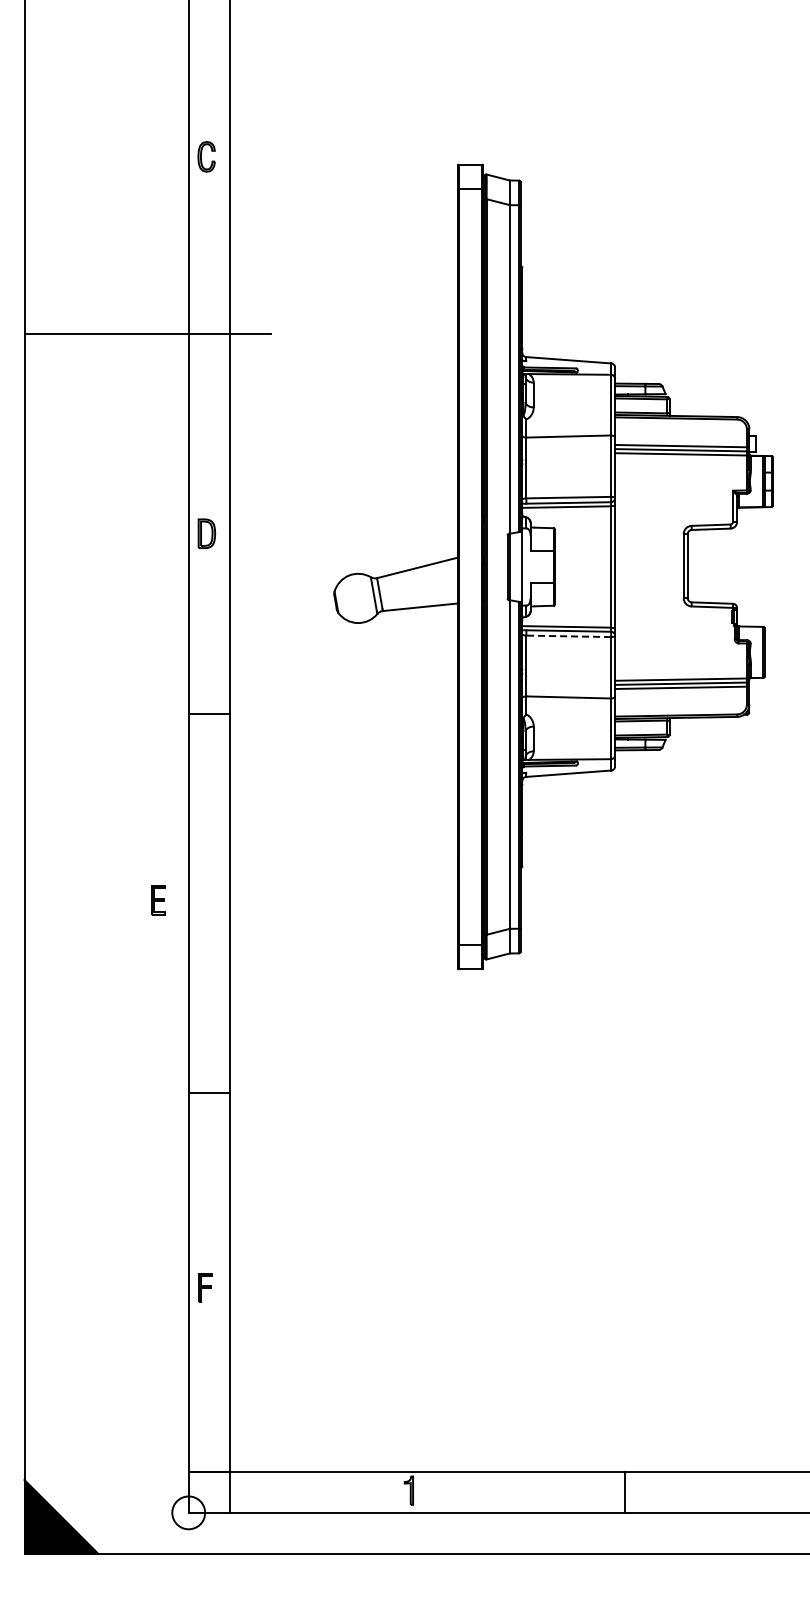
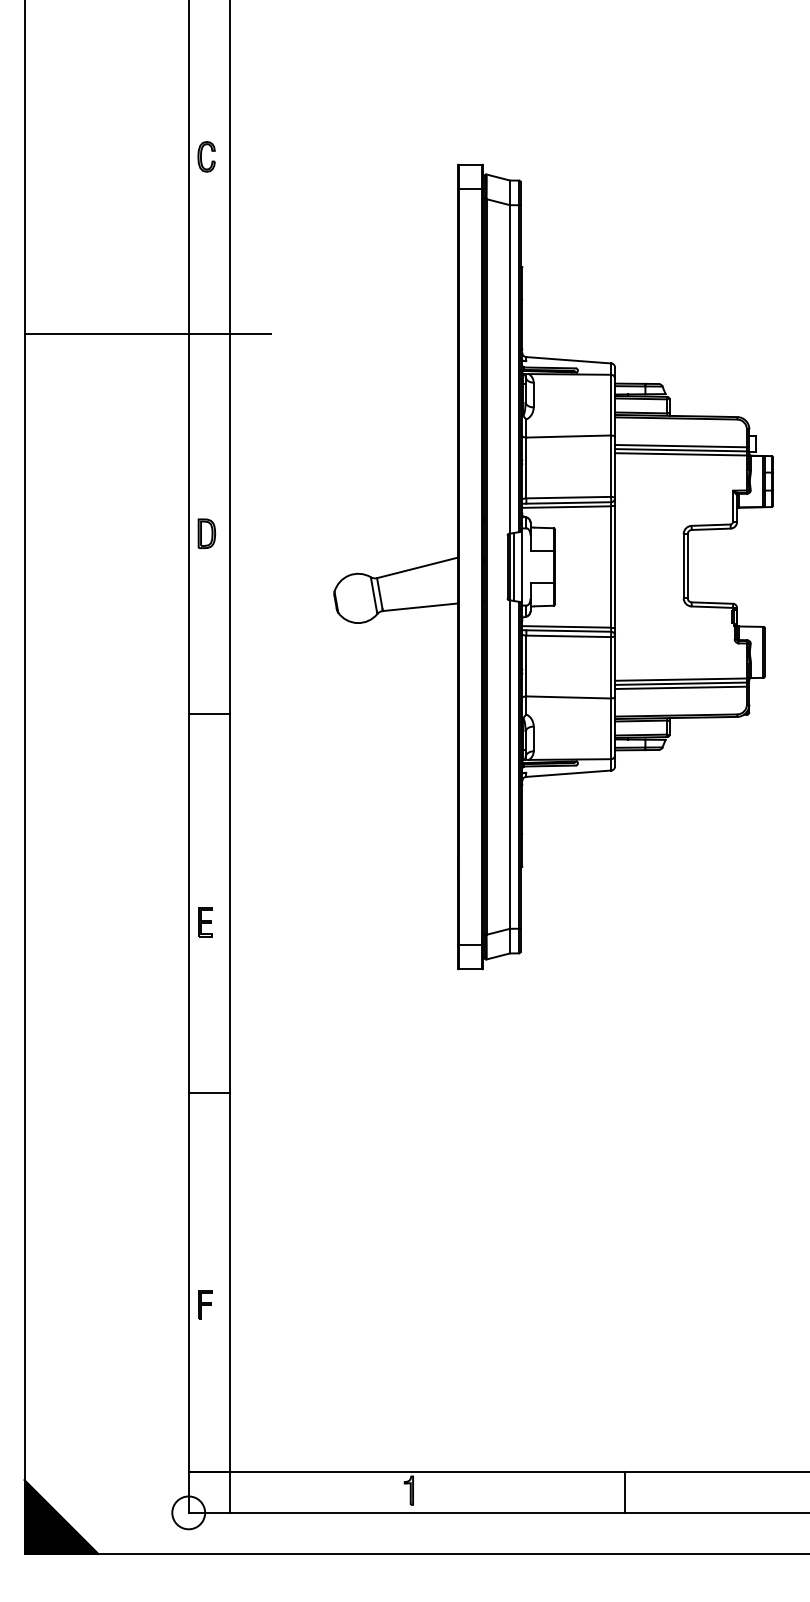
line at (513, 566): none -> present
line at (568, 636): dashed -> solid
part at (158, 900) position: (158, 900) -> (205, 922)
part at (205, 1287) position: (205, 1287) -> (205, 1304)
